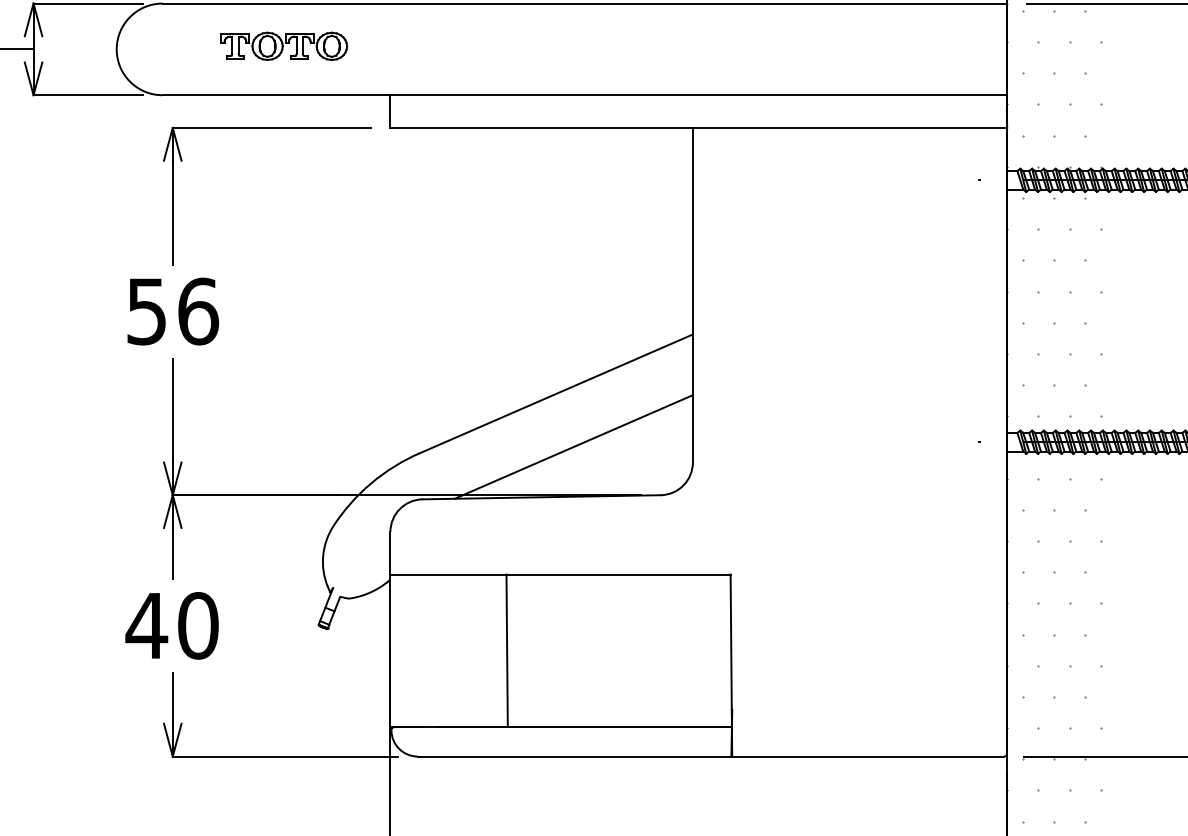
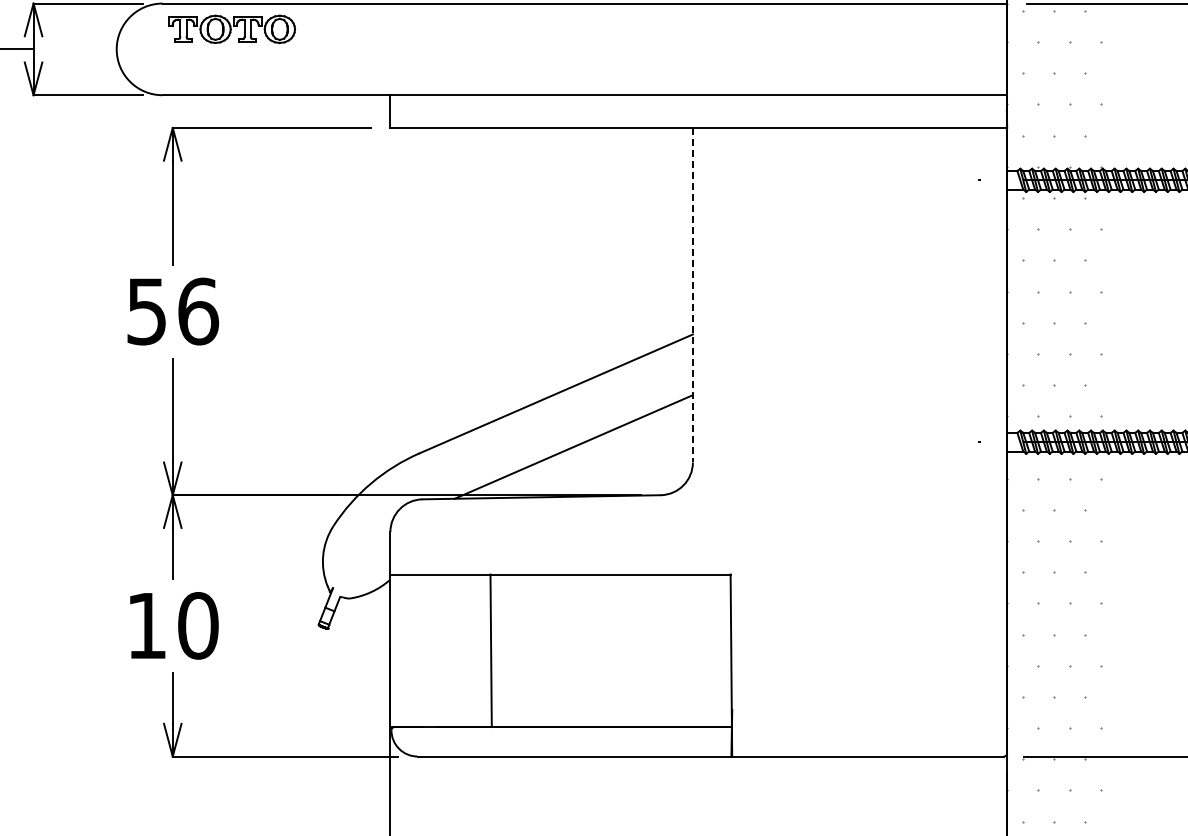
part at (283, 46) position: (283, 46) -> (231, 29)
line at (692, 295): solid -> dashed
text at (146, 625): 40 -> 10
line at (506, 650) position: (506, 650) -> (490, 650)
